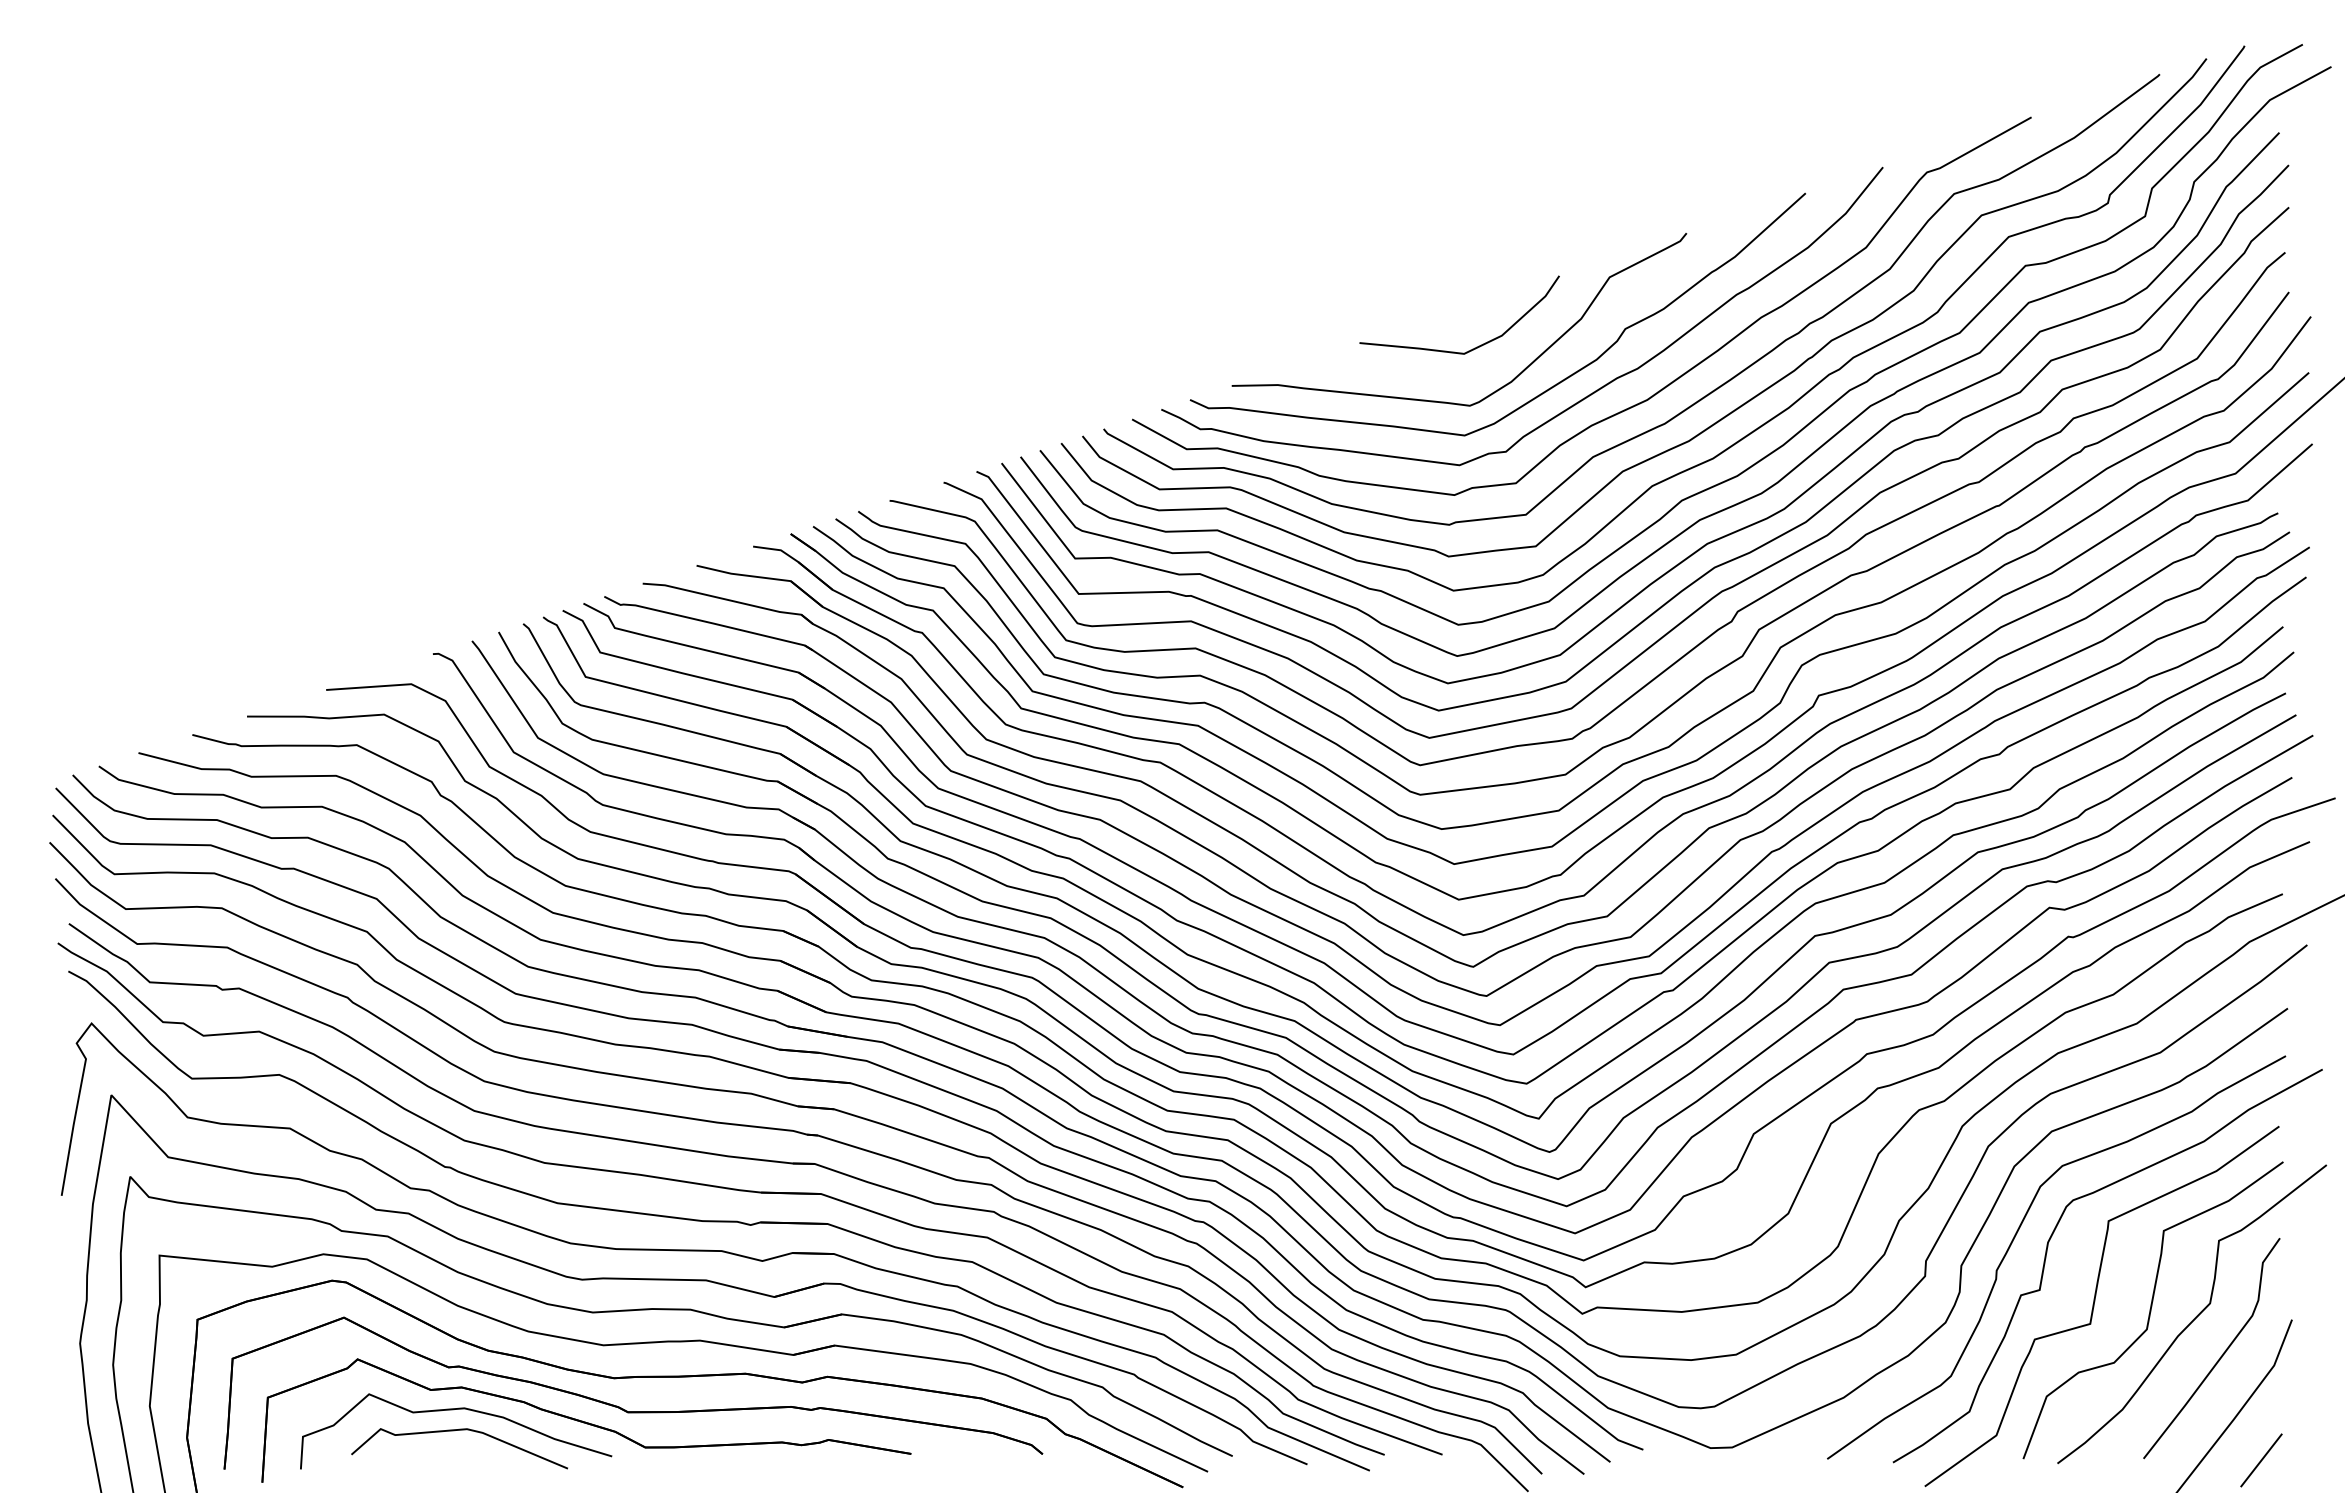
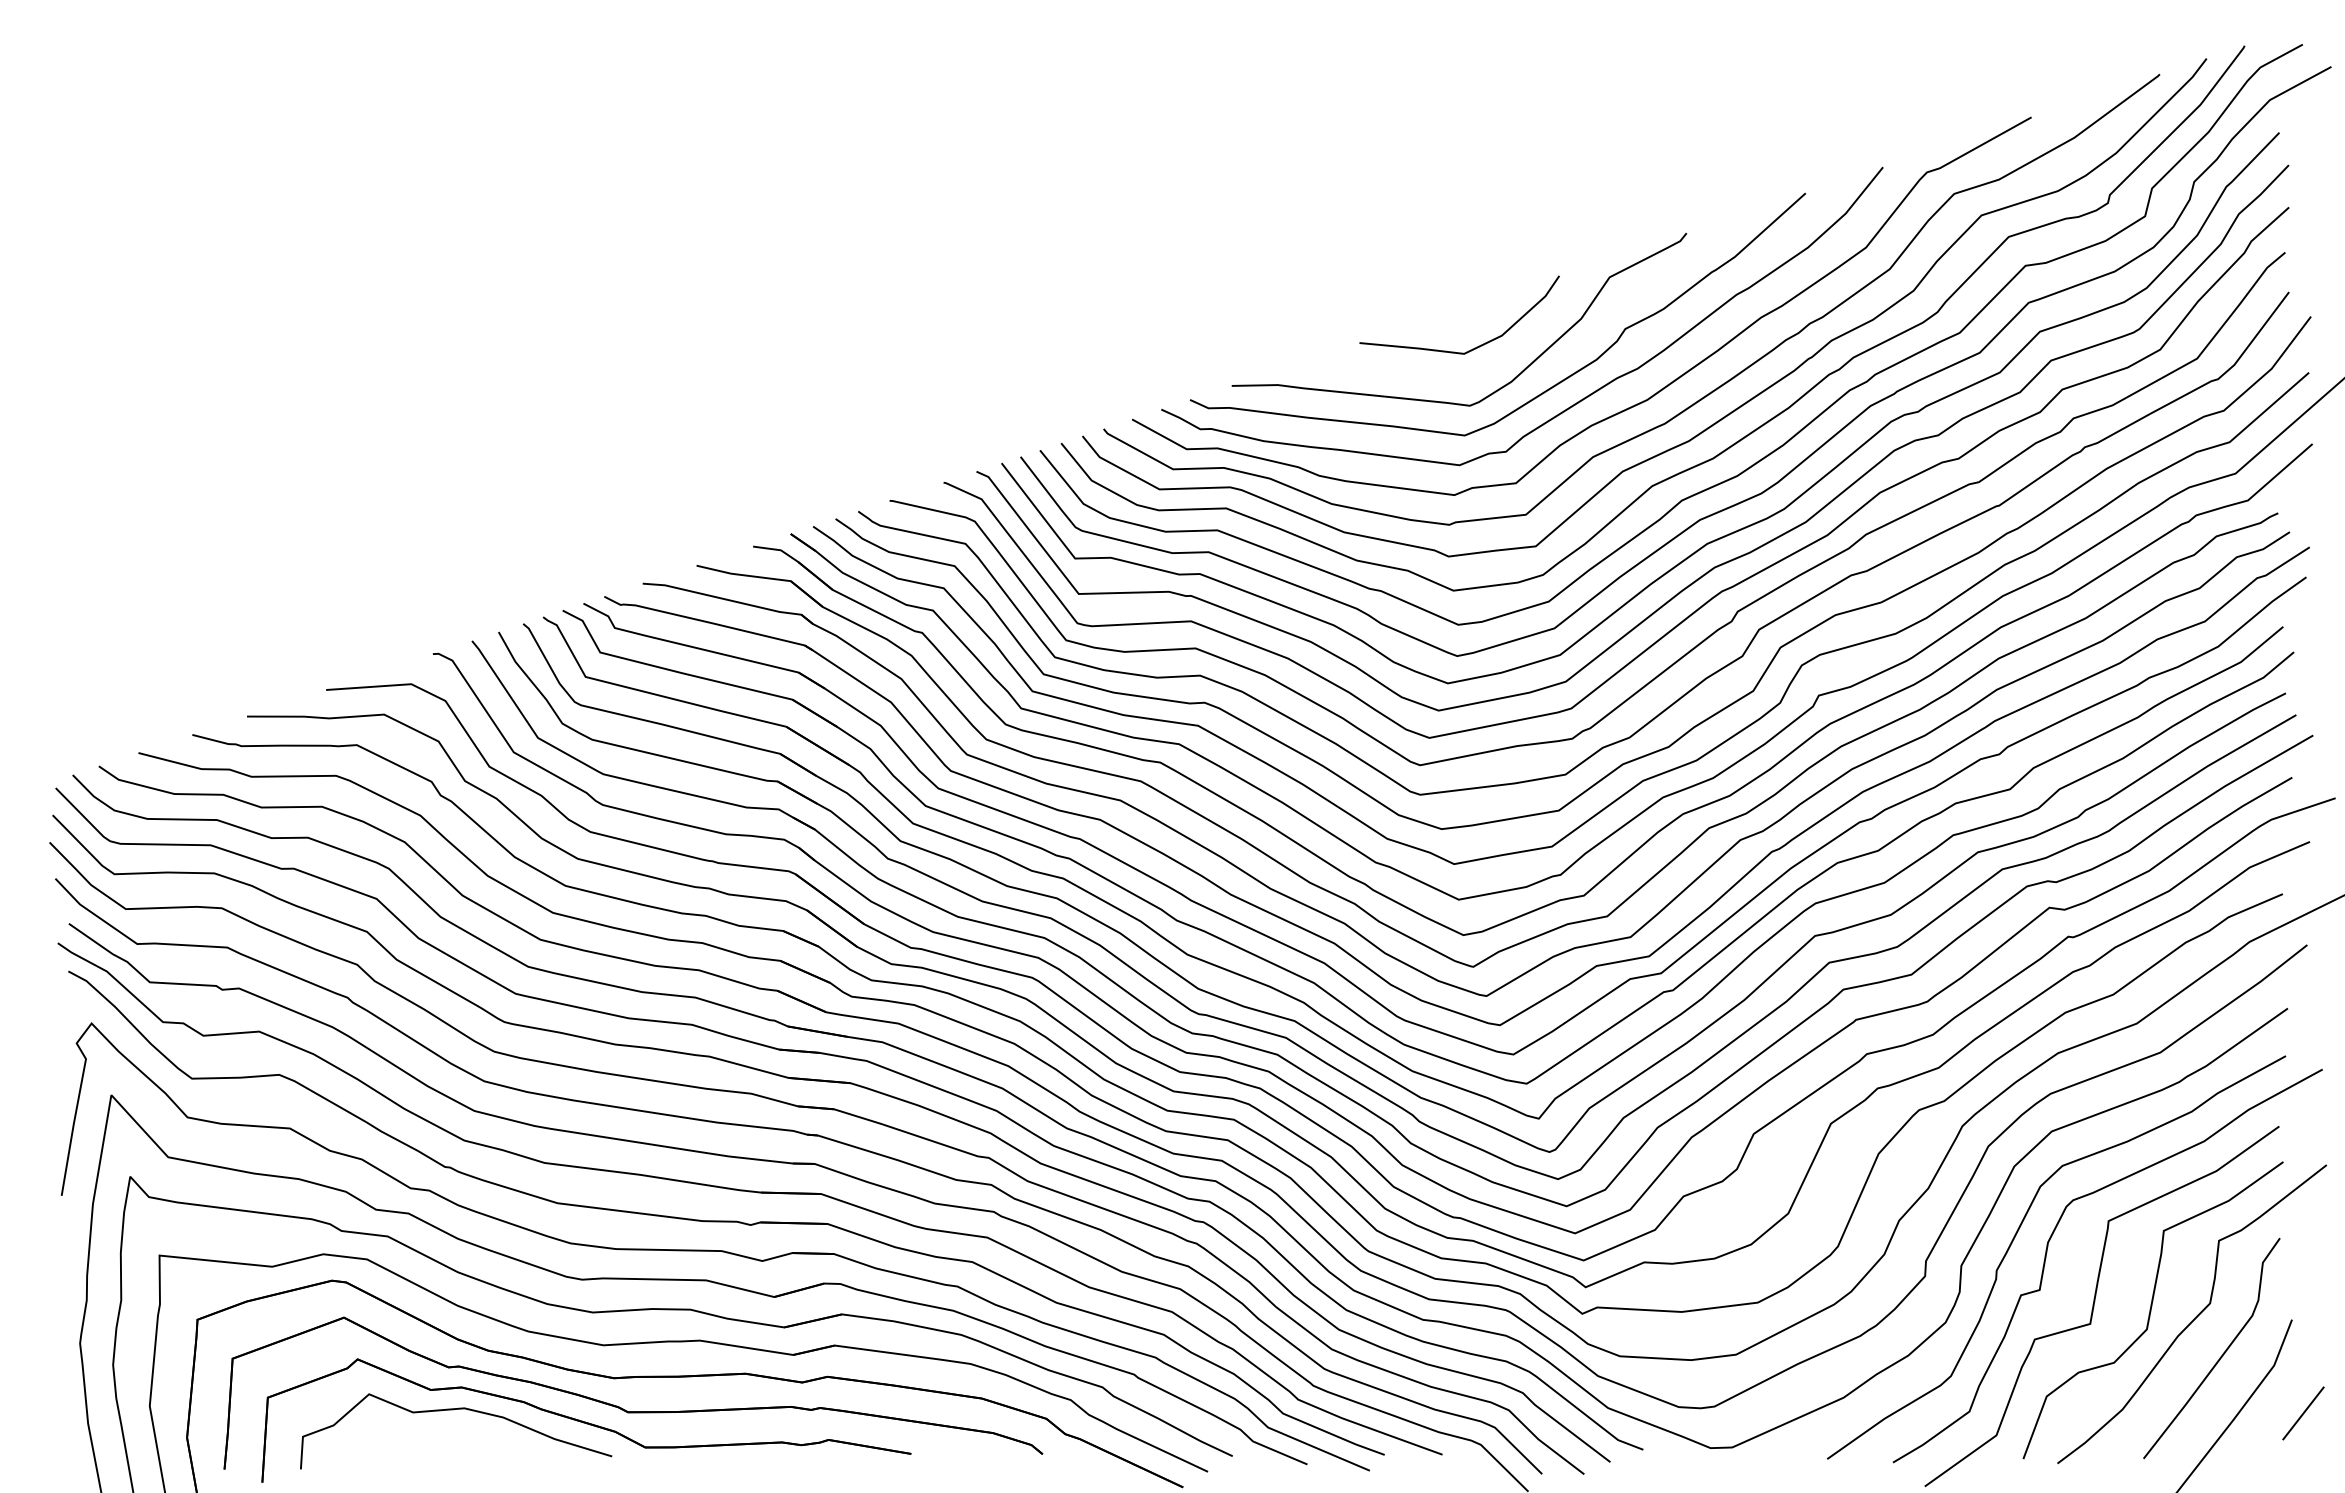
curve at (454, 1431): present -> none
line at (2261, 1460) position: (2261, 1460) -> (2303, 1413)
